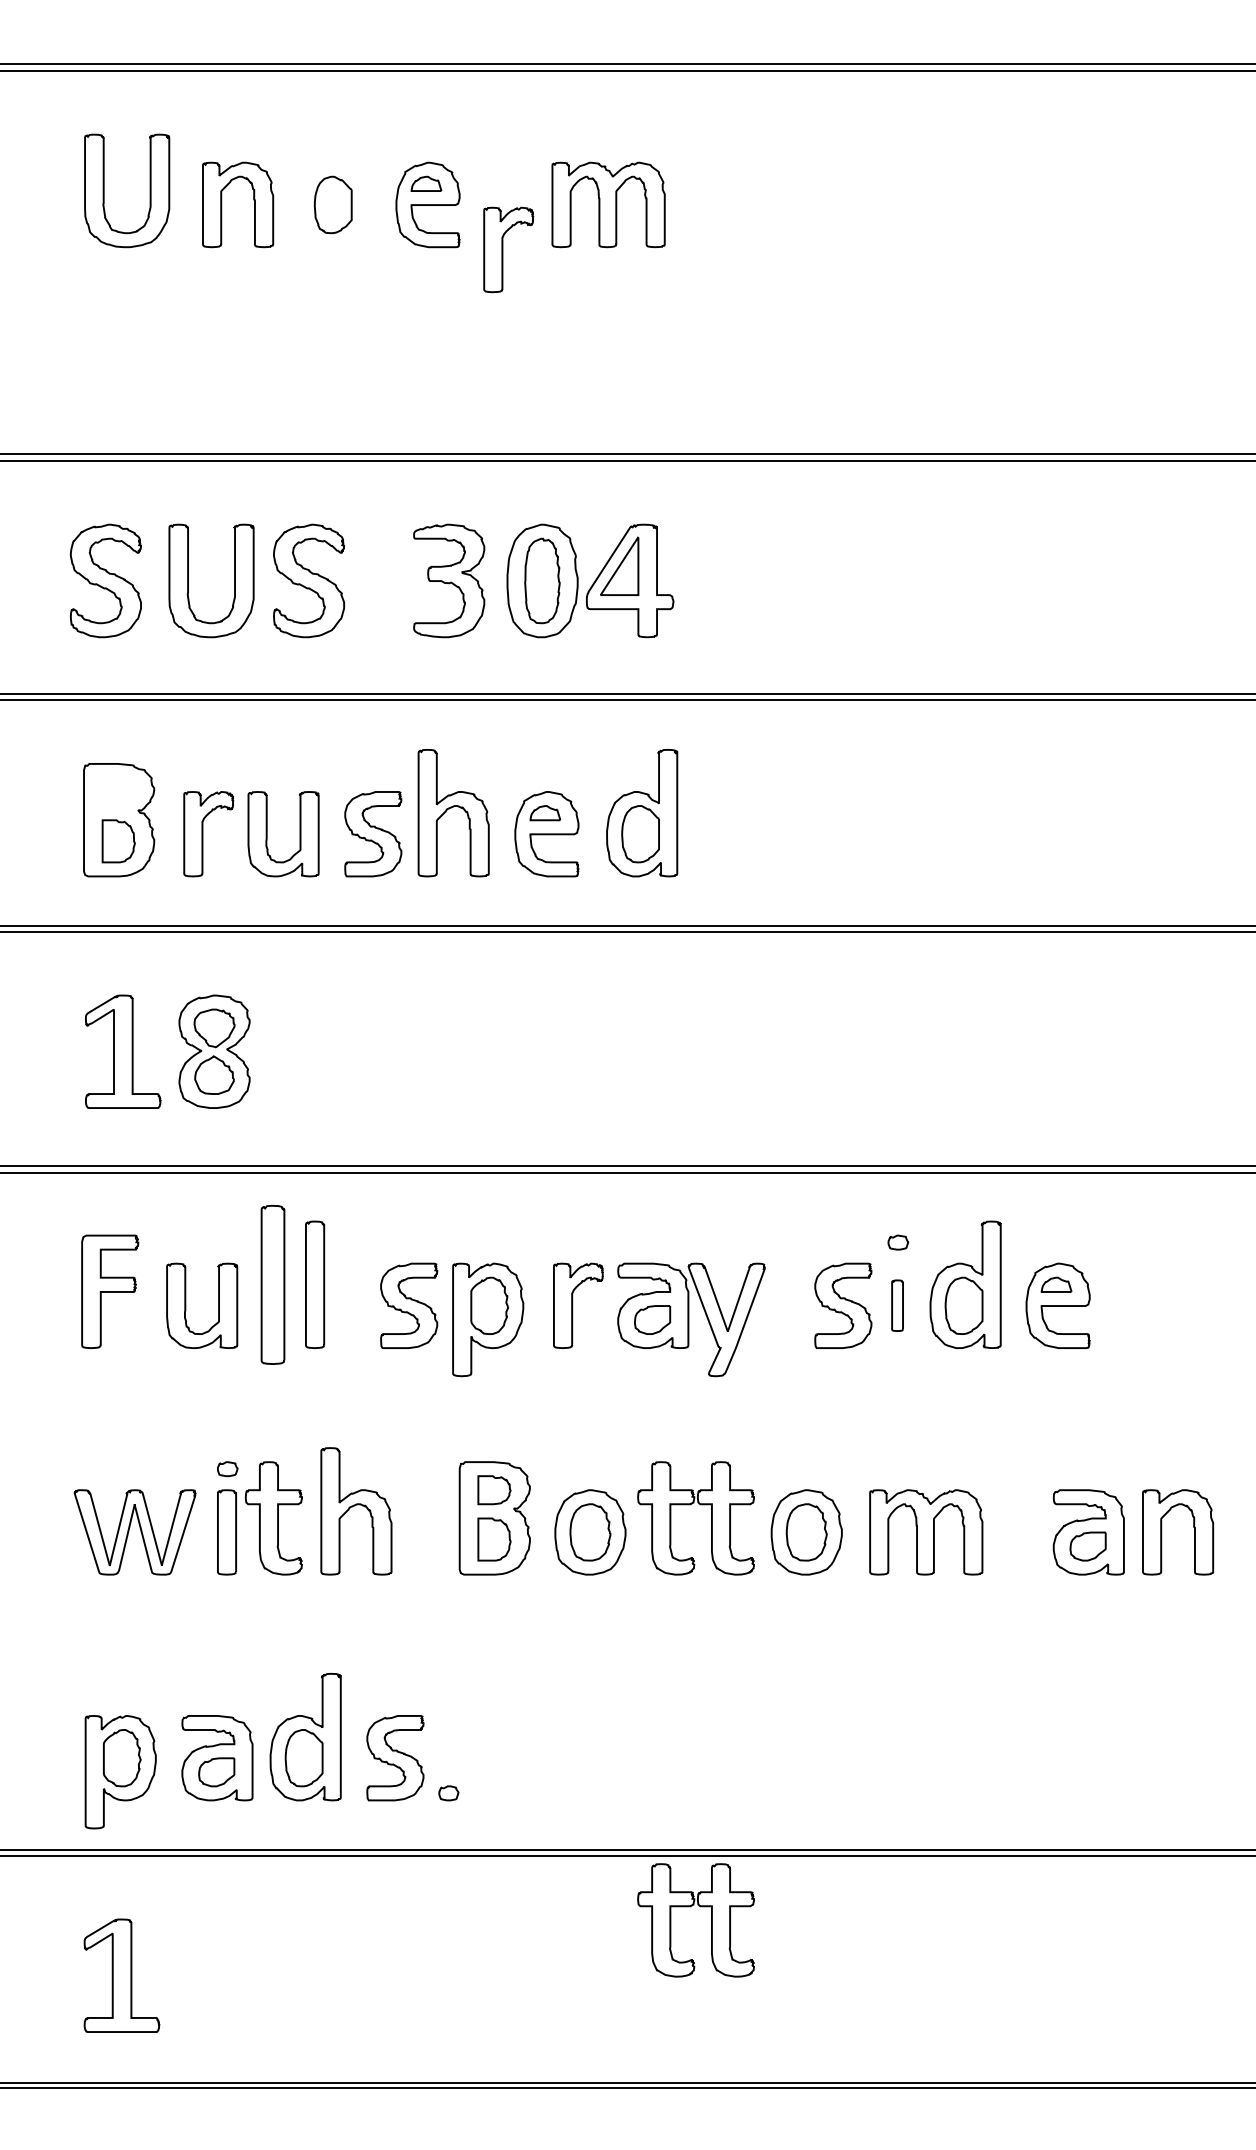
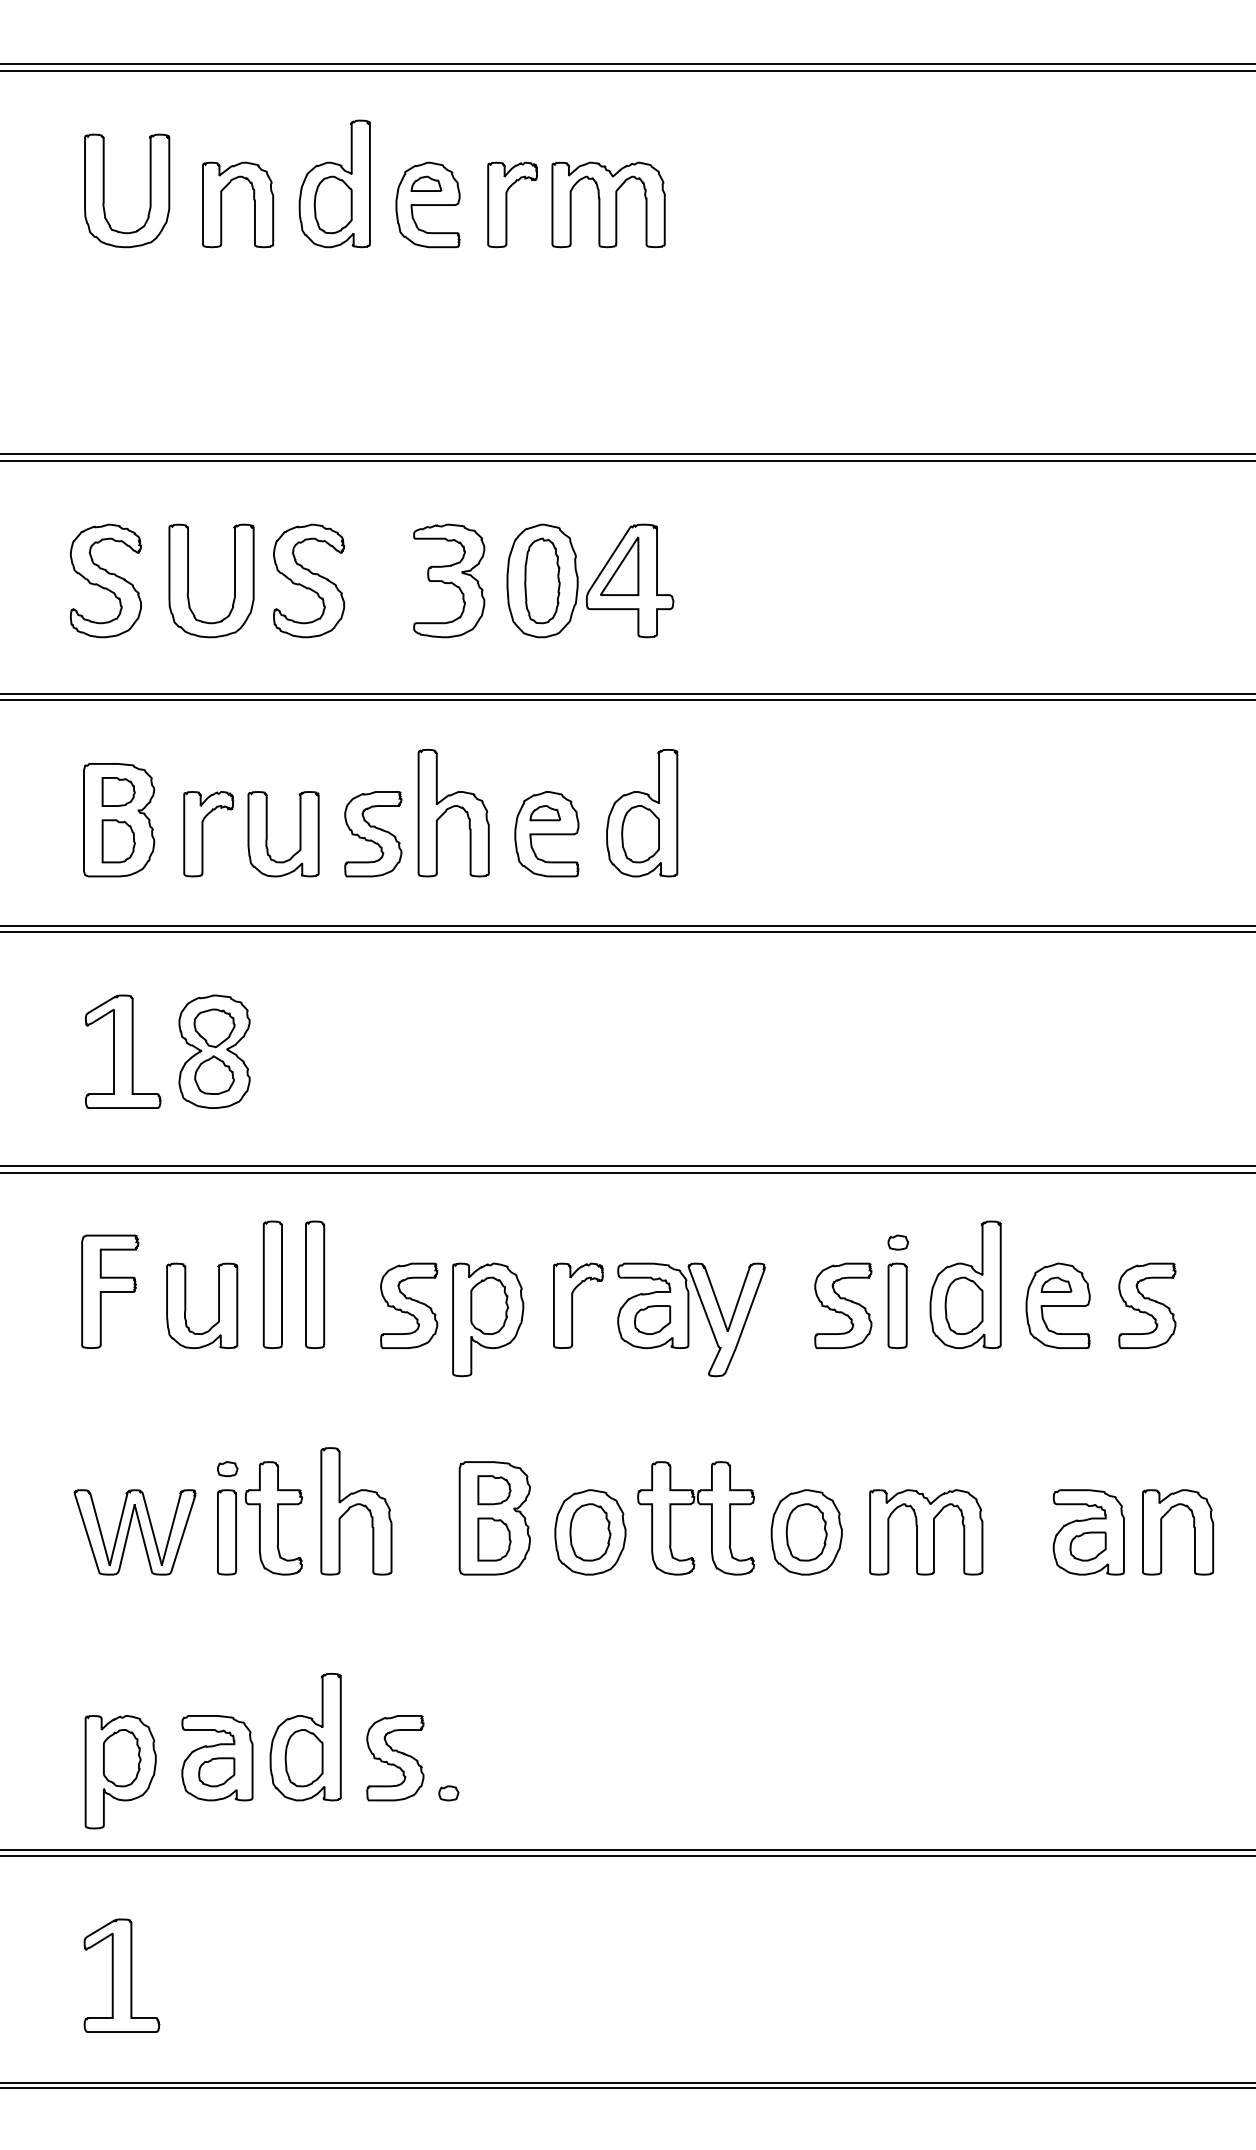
part at (334, 183): none -> present
part at (508, 249) position: (508, 249) -> (512, 204)
part at (118, 791): none -> present
part at (272, 1284) size: 26x161 px -> 21x129 px
part at (897, 1305) size: 13x53 px -> 21x87 px
part at (1147, 1305): none -> present
part at (690, 1907): present -> none
